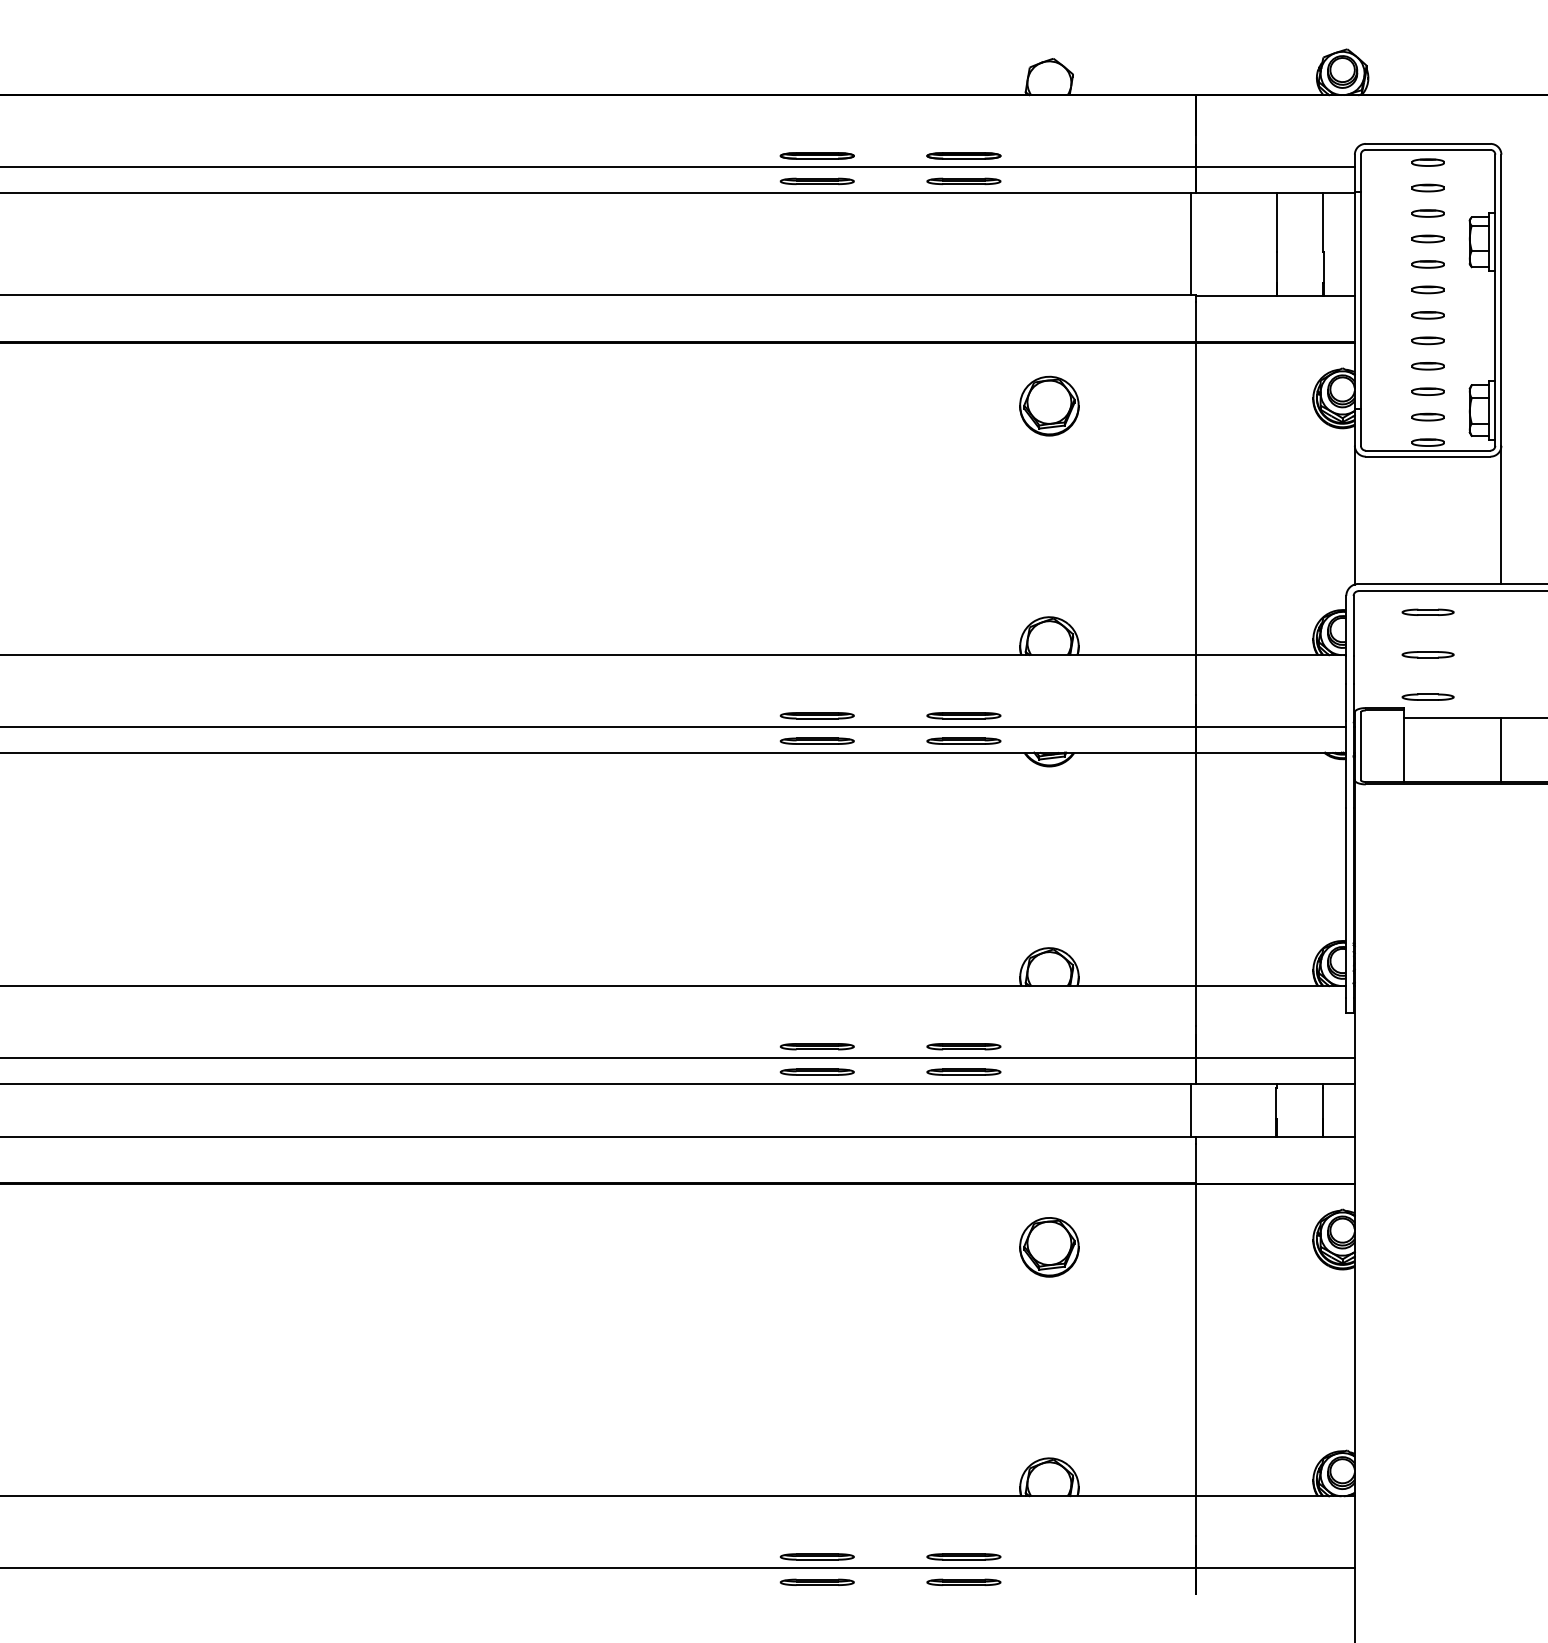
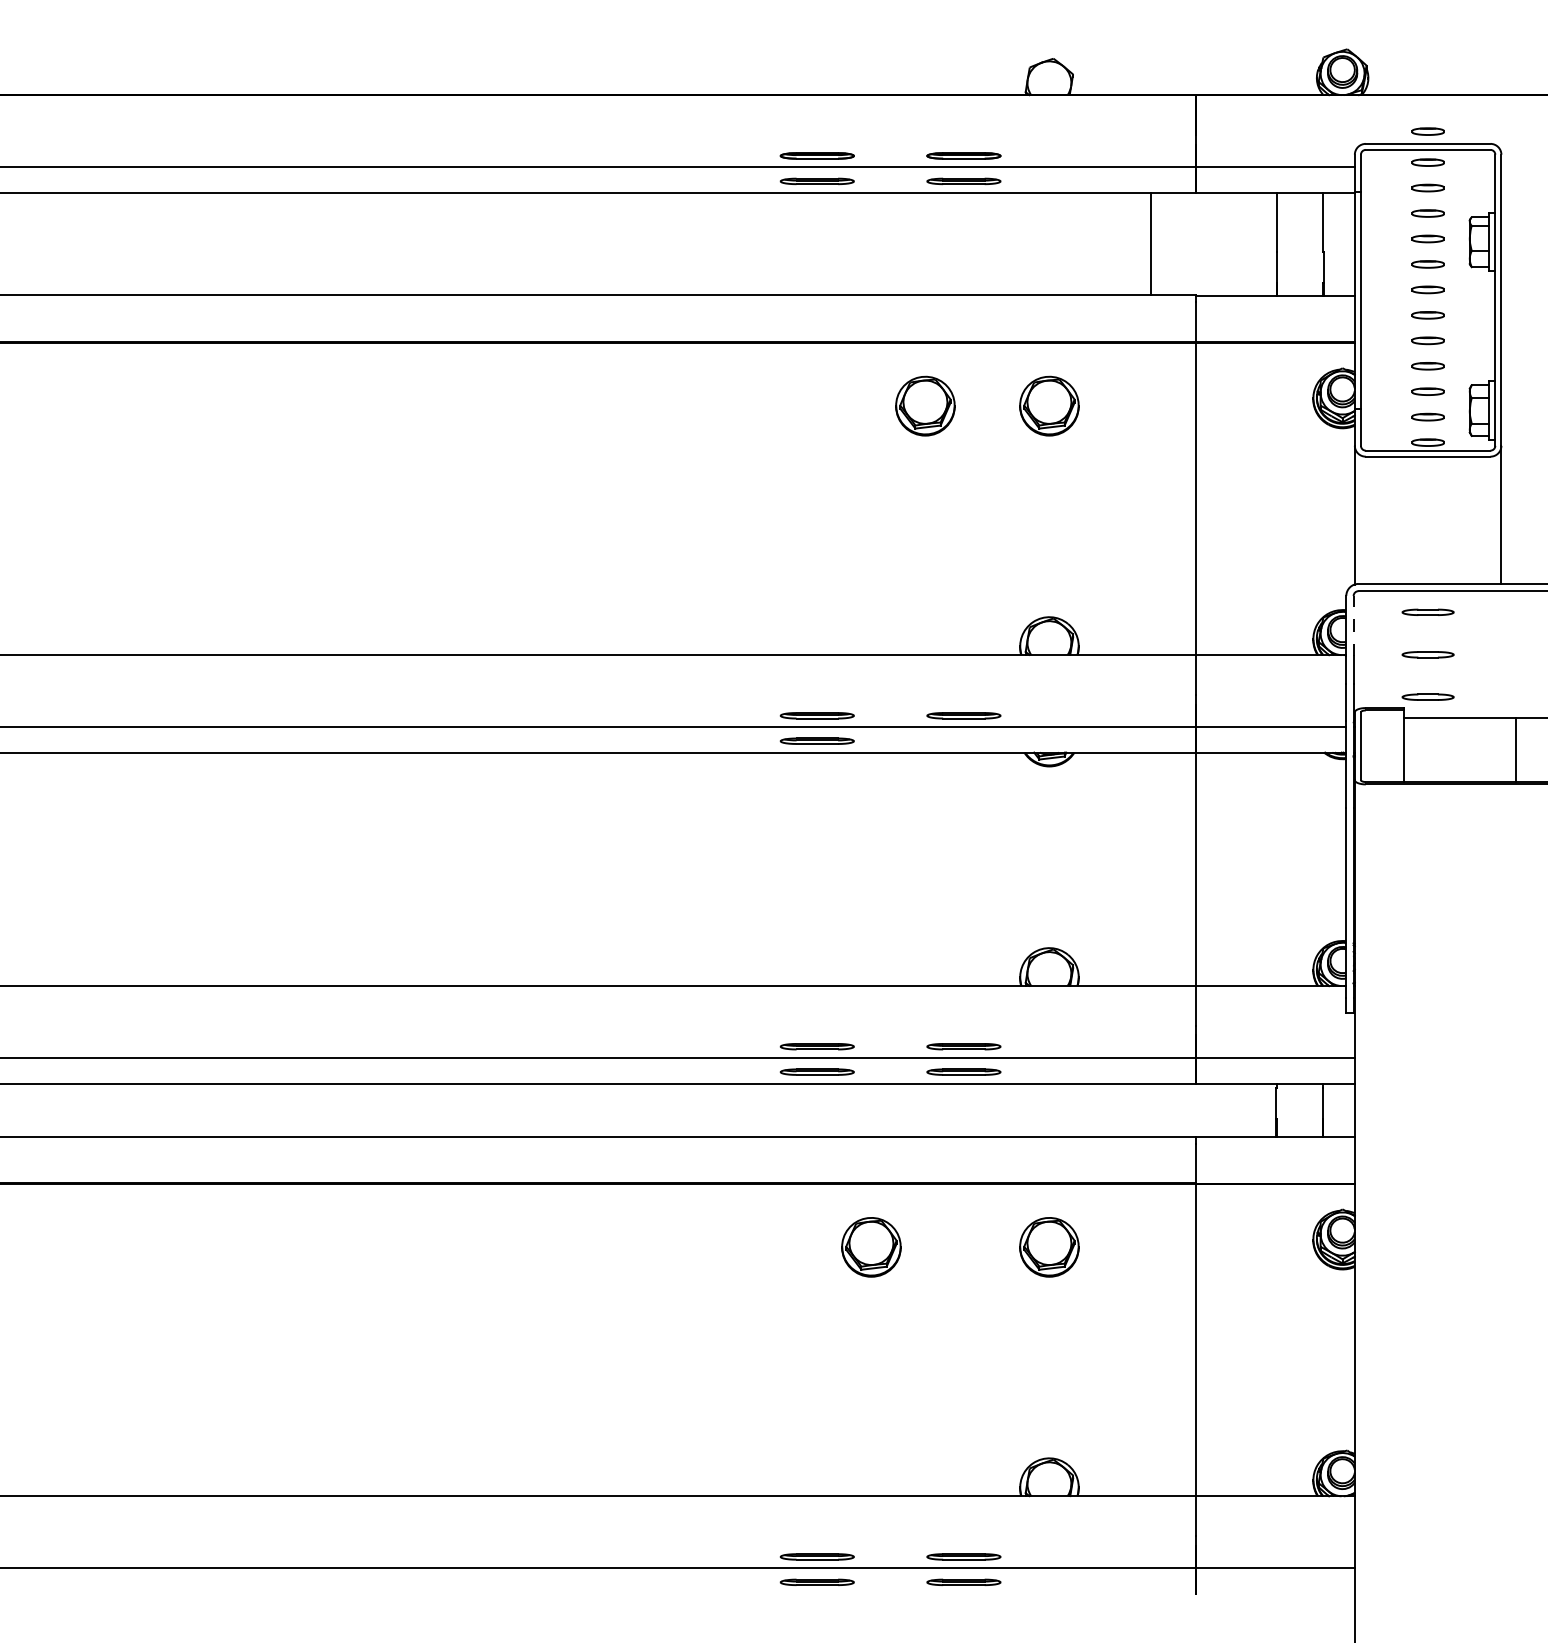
part at (1427, 131): none -> present
line at (1191, 243) position: (1191, 243) -> (1151, 243)
part at (925, 405): none -> present
line at (1353, 625): solid -> dashed
part at (963, 740): present -> none
line at (1501, 750) position: (1501, 750) -> (1516, 750)
line at (1191, 1109): present -> none
part at (871, 1247): none -> present
